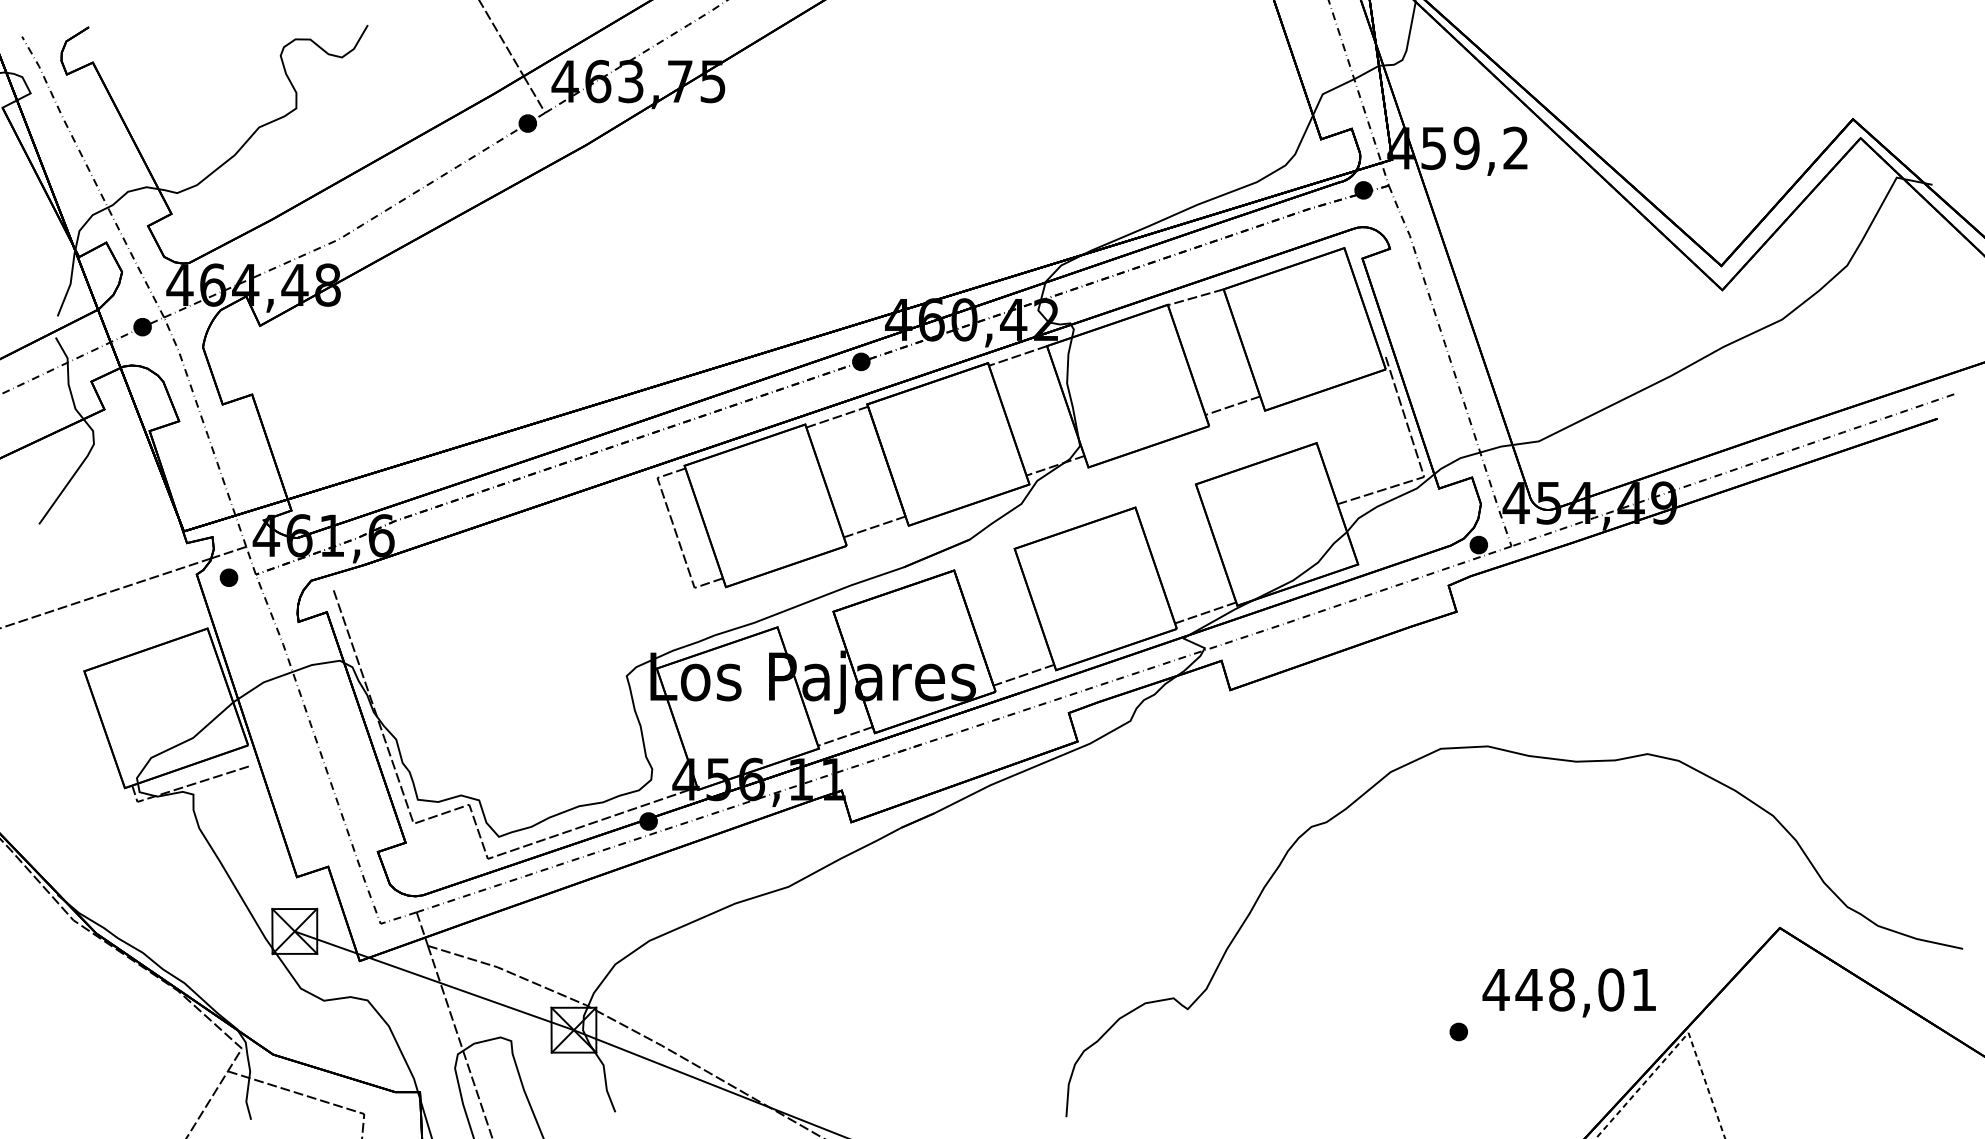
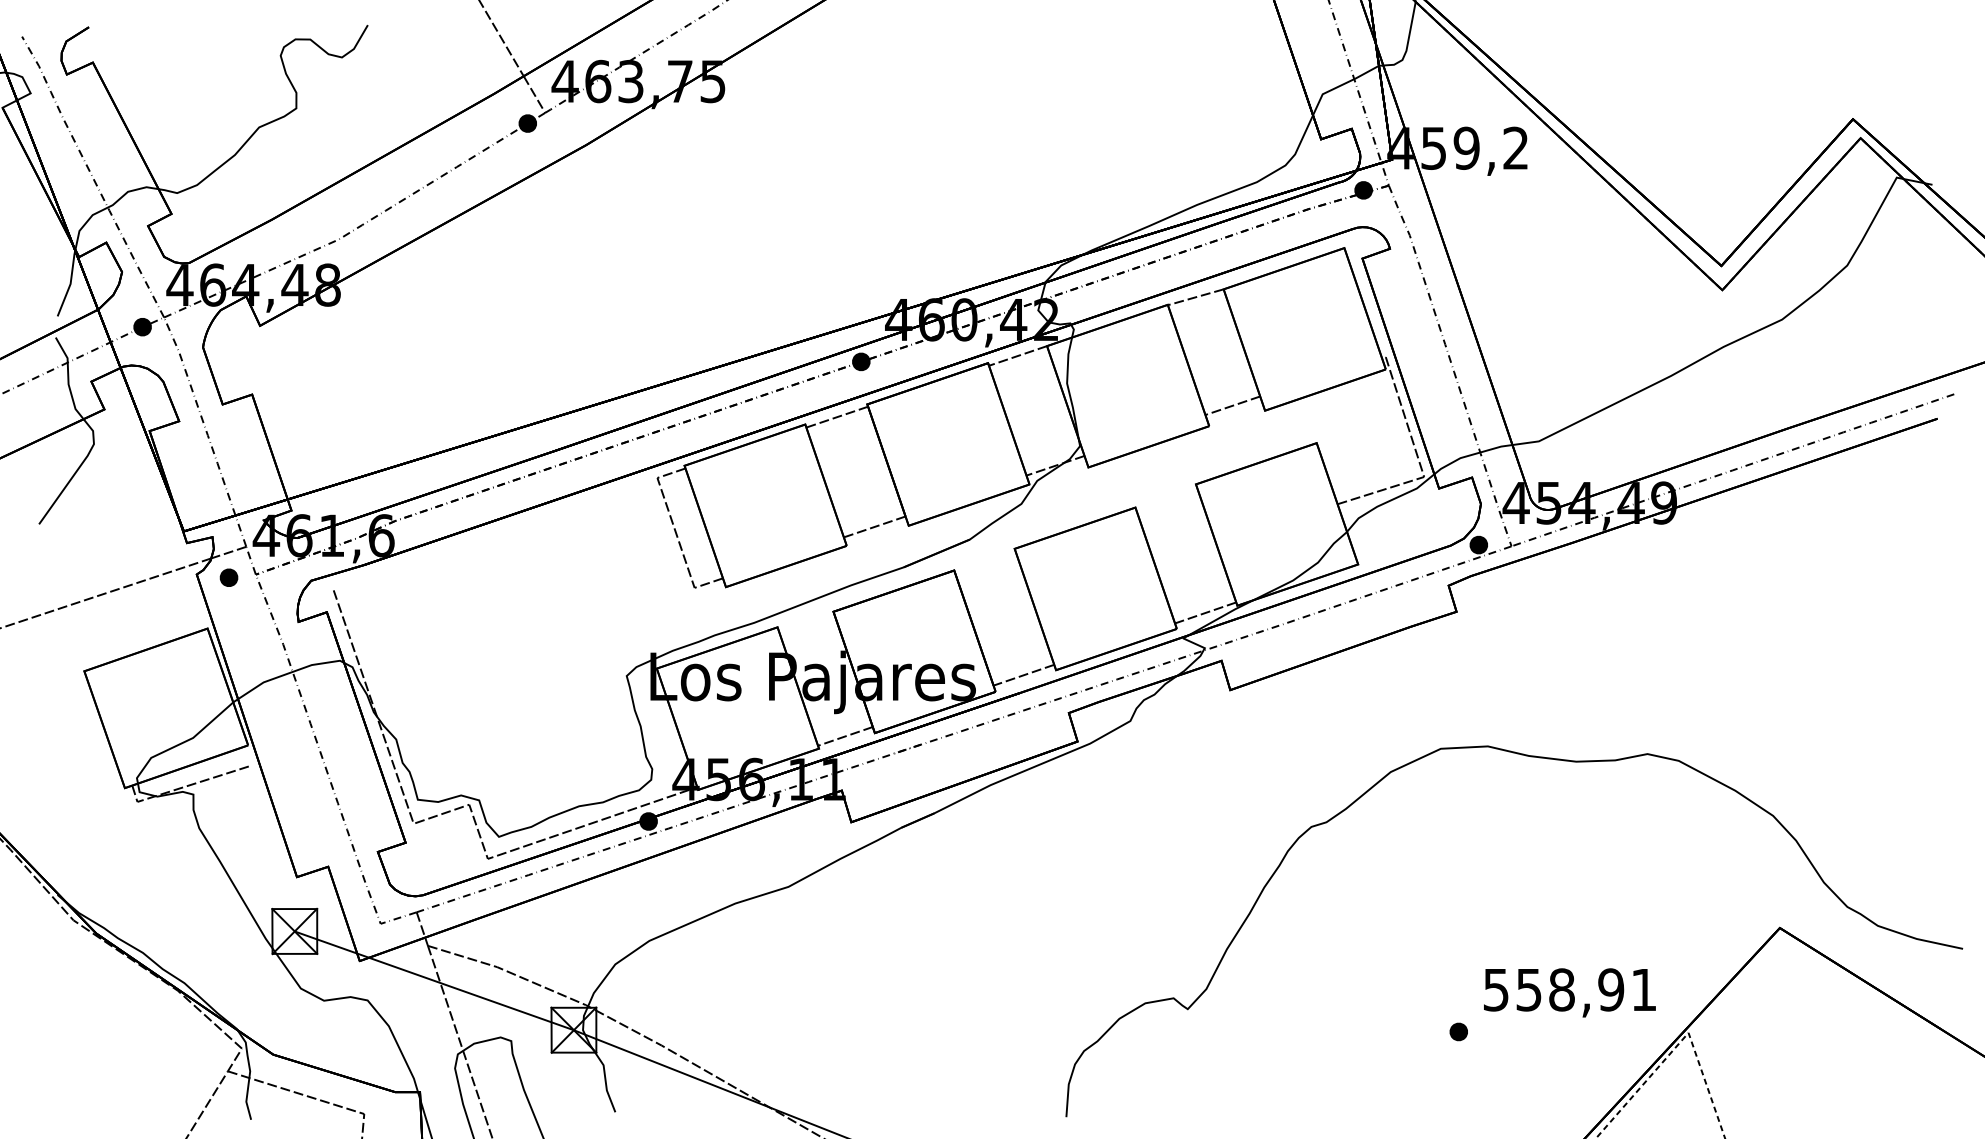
text at (1553, 989): 448,01 -> 558,91
